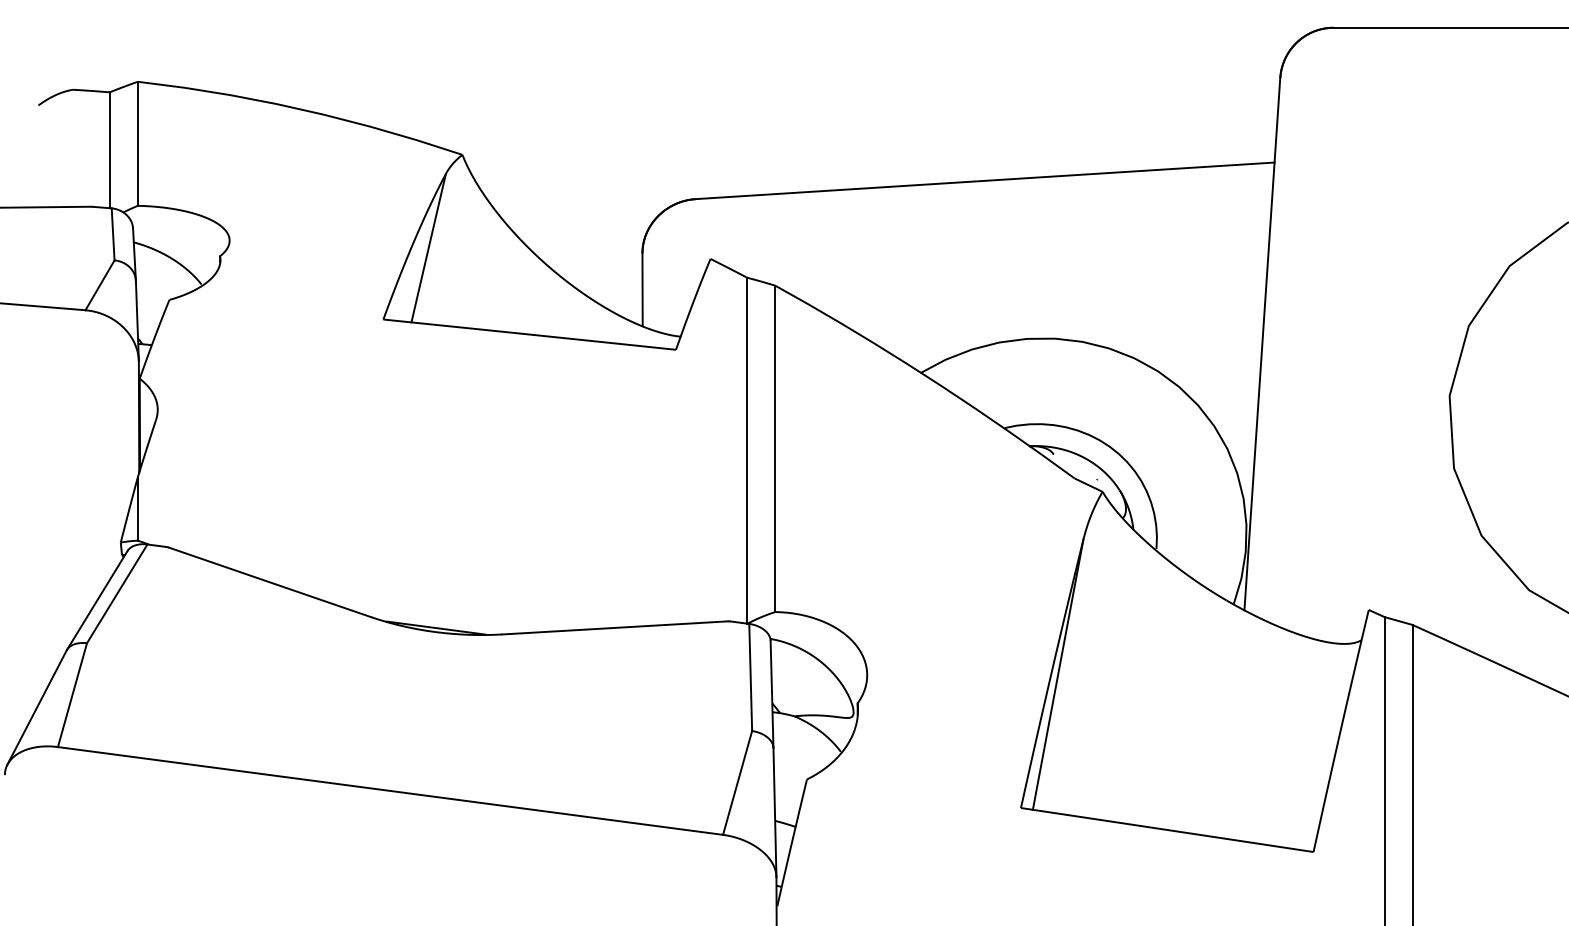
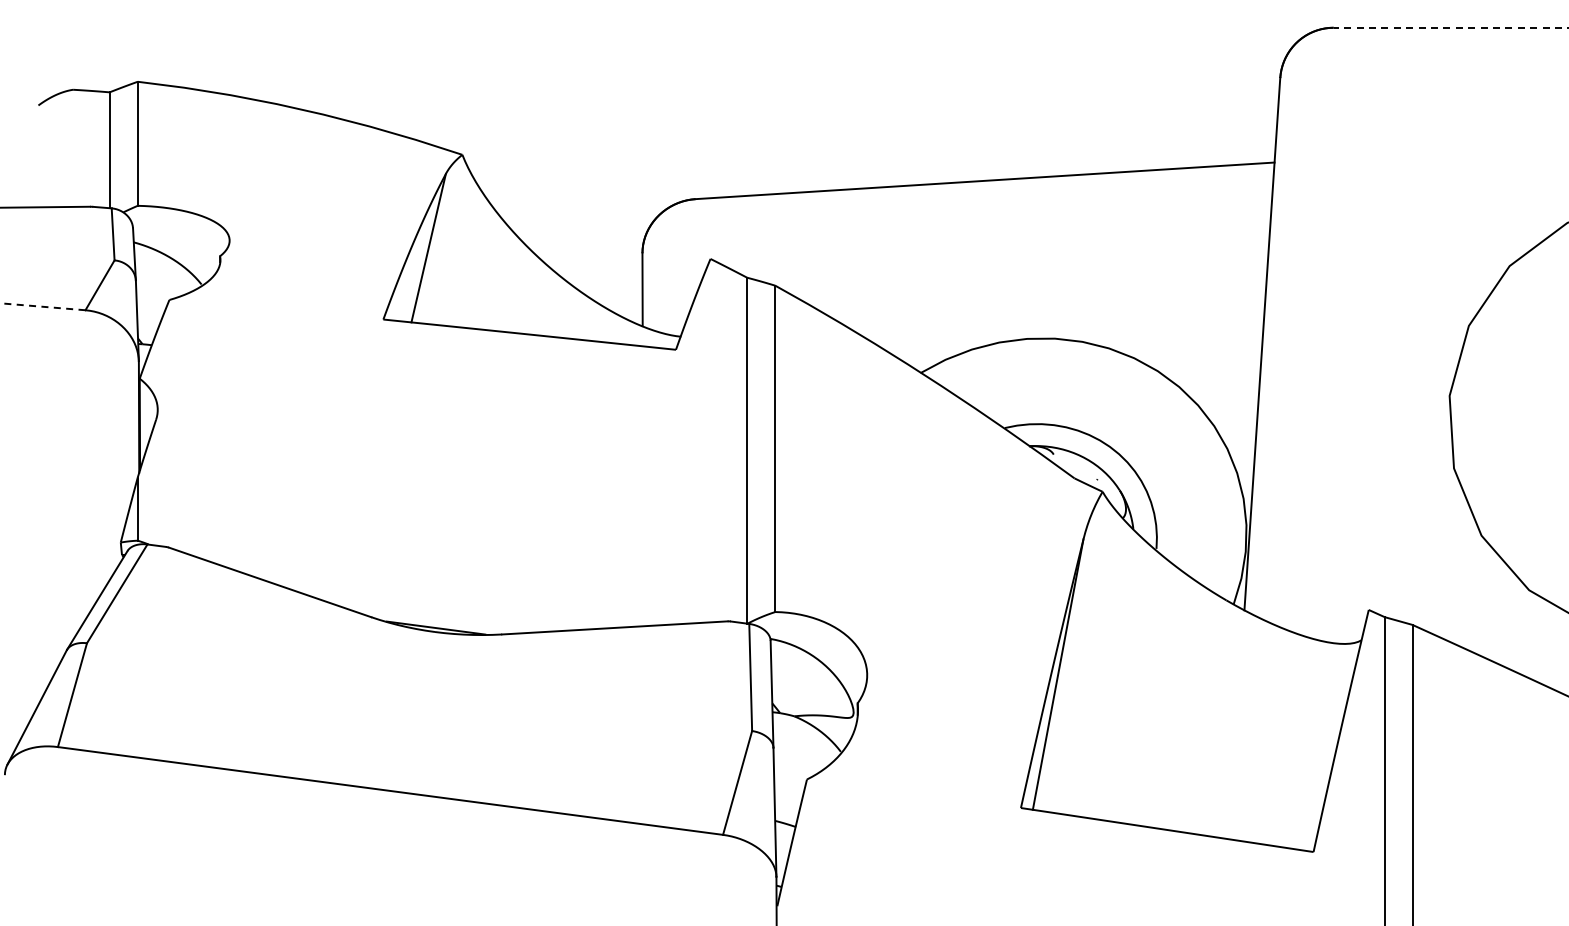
line at (1450, 27): solid -> dashed
line at (42, 306): solid -> dashed
